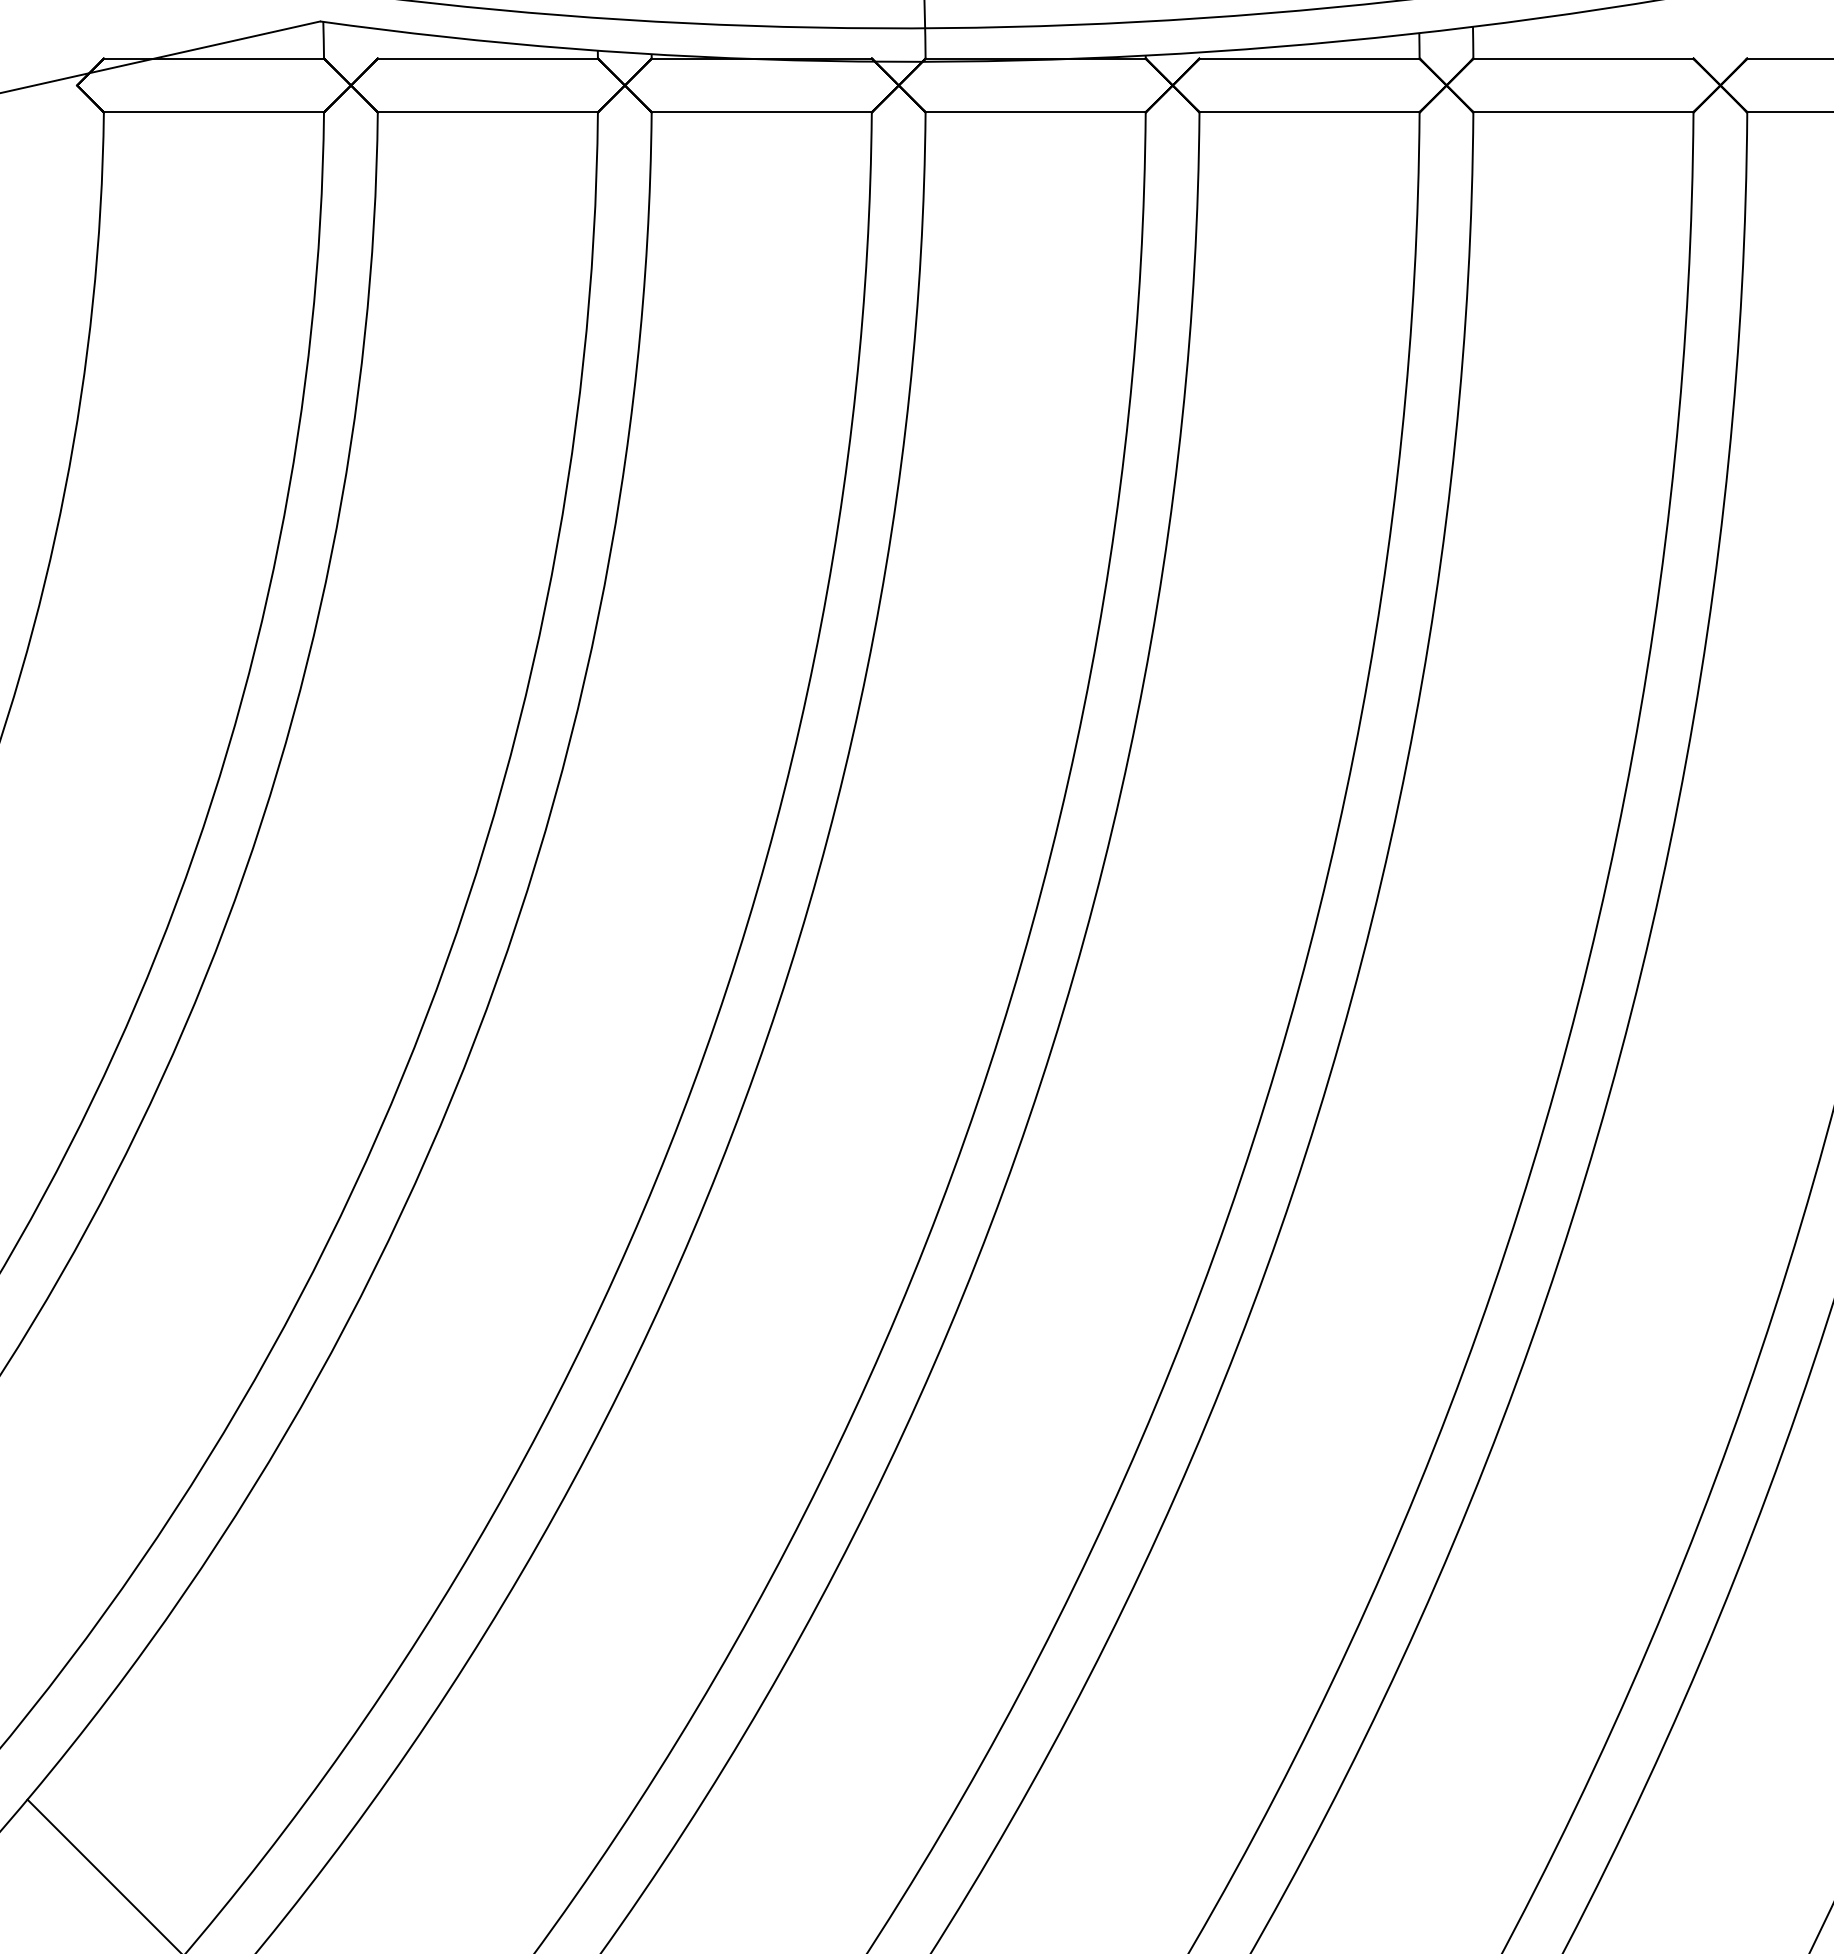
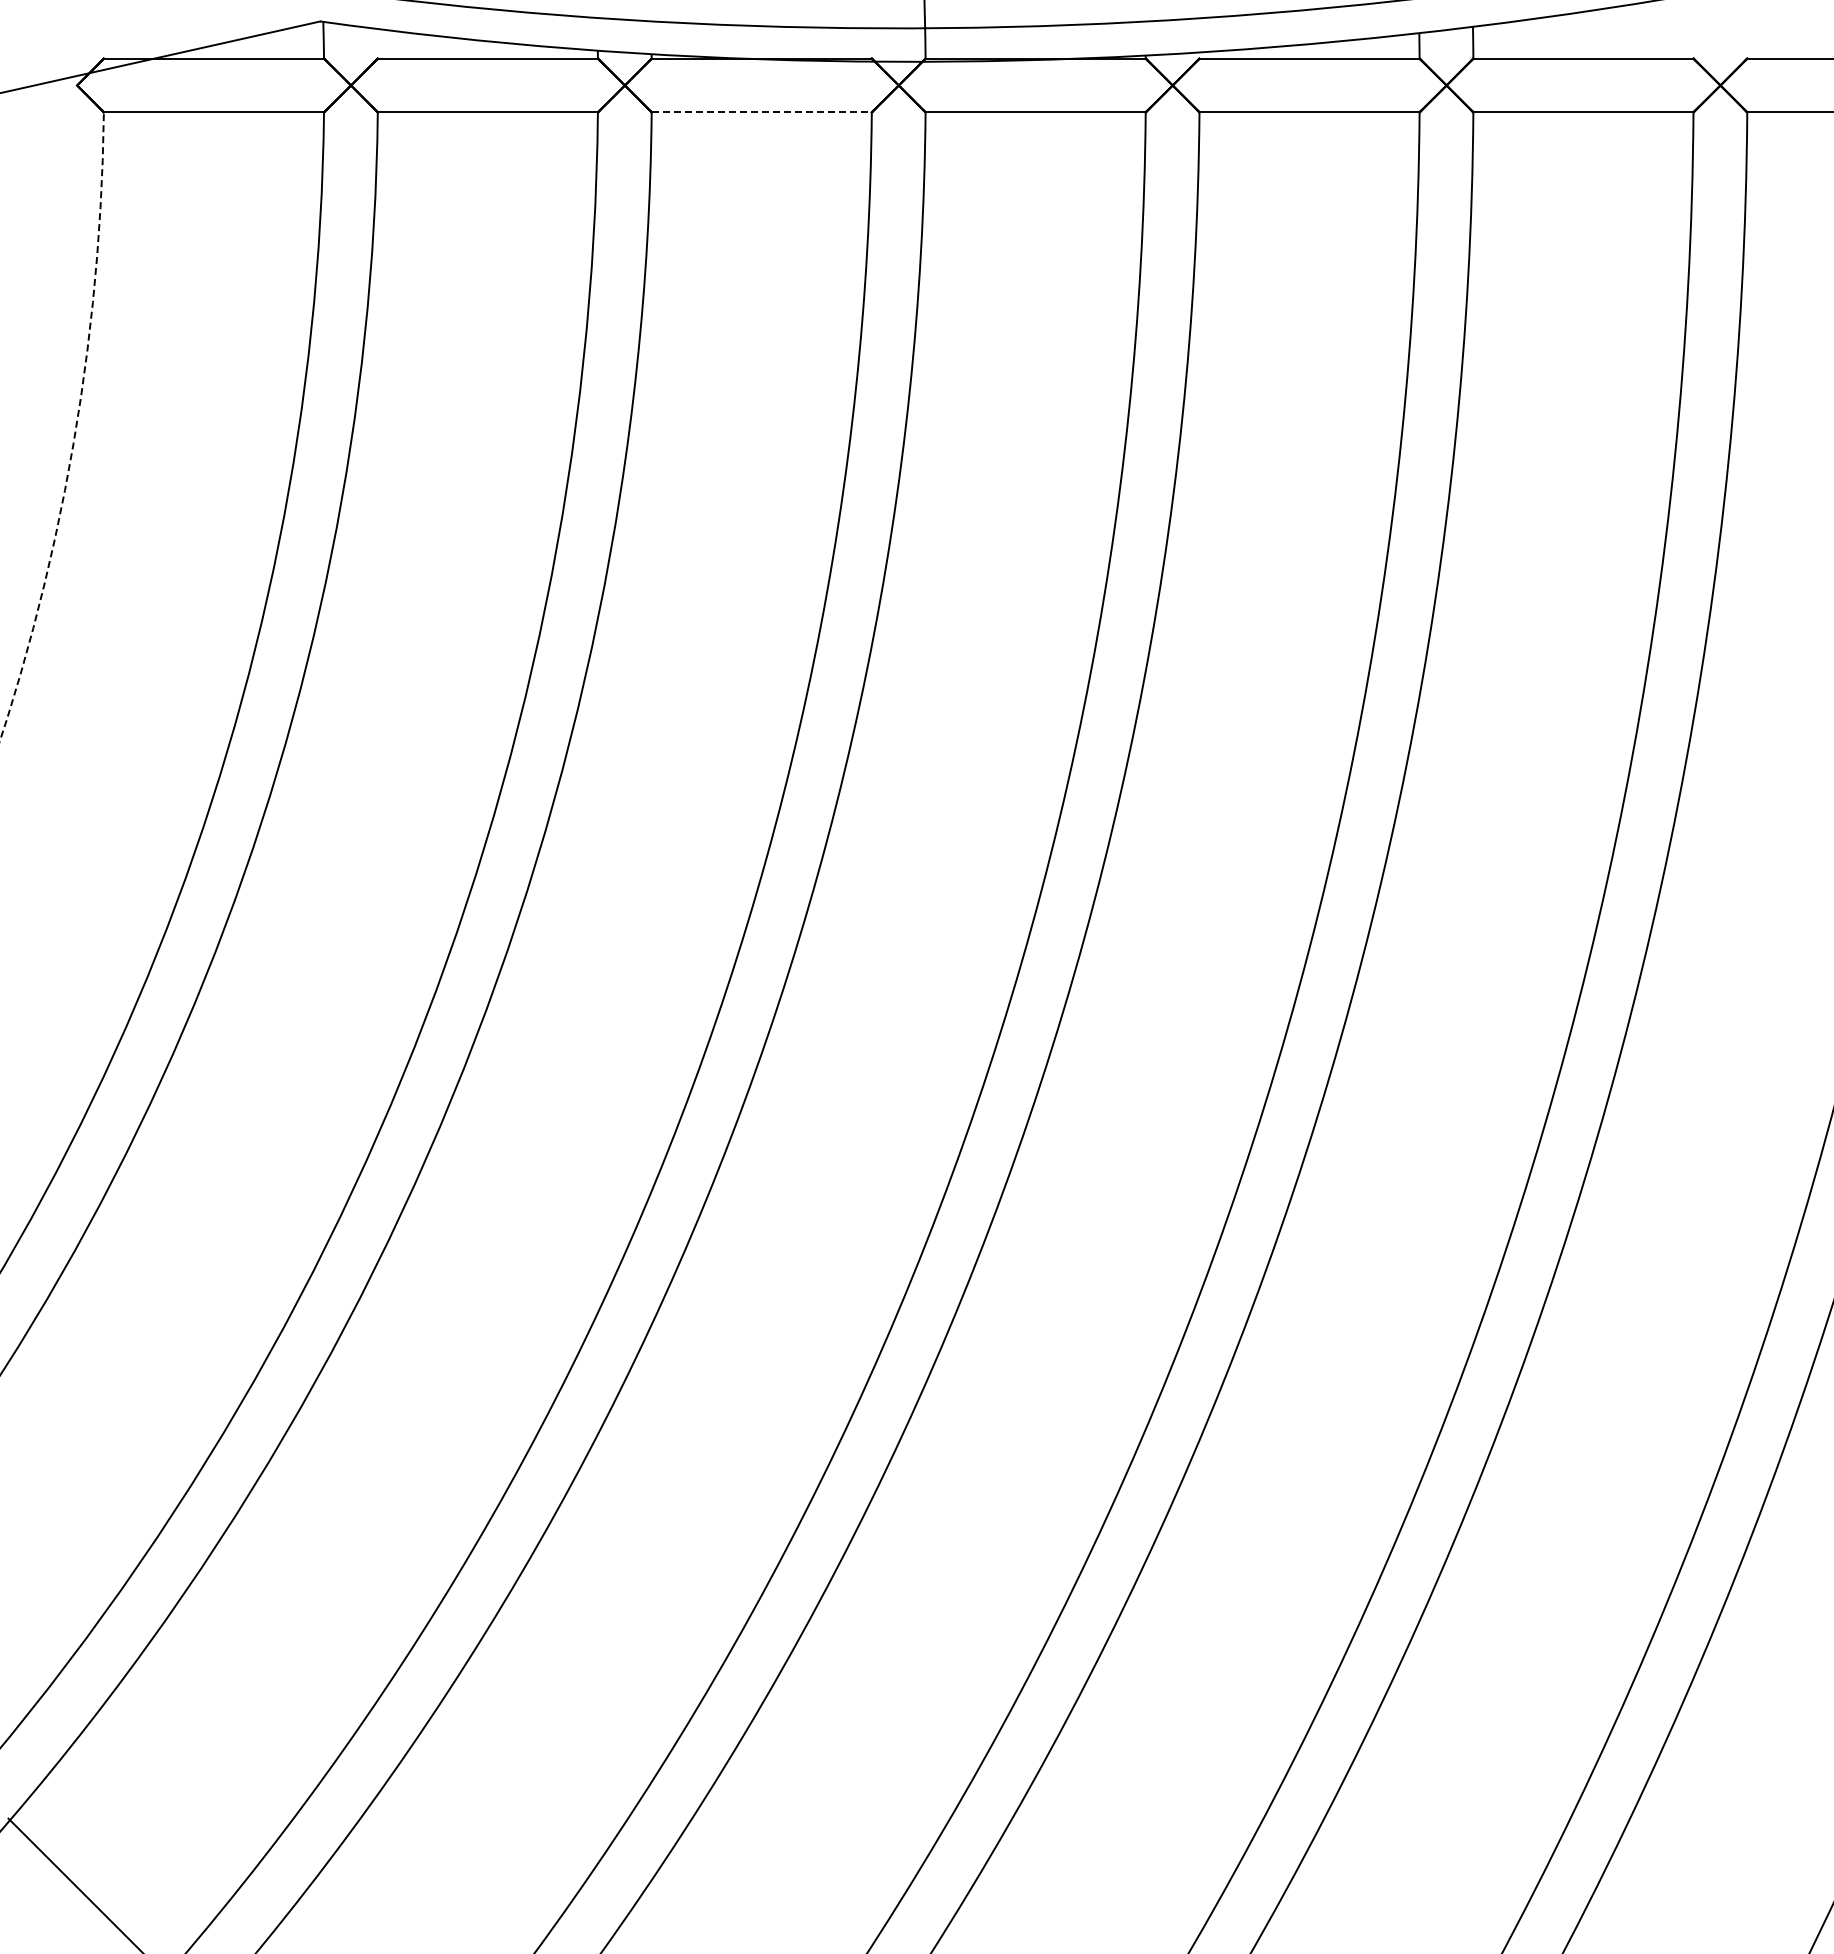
line at (762, 112): solid -> dashed
arc at (75, 429): solid -> dashed
line at (102, 1874) position: (102, 1874) -> (74, 1884)
